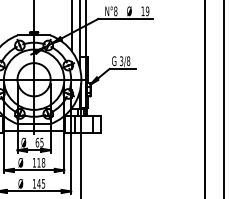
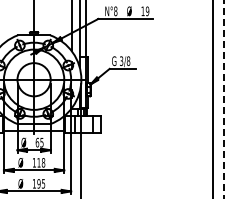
line at (205, 98) position: (205, 98) -> (213, 98)
line at (224, 99): solid -> dashed
text at (38, 183): 145 -> 195
